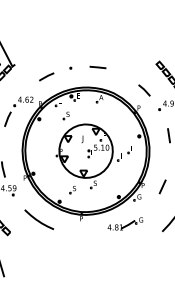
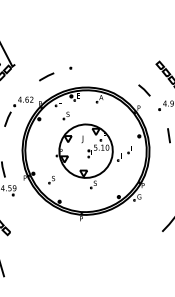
line at (97, 67): present -> none
line at (162, 186): present -> none
part at (72, 190) position: (72, 190) -> (51, 180)
curve at (39, 220): present -> none
part at (125, 223): present -> none
